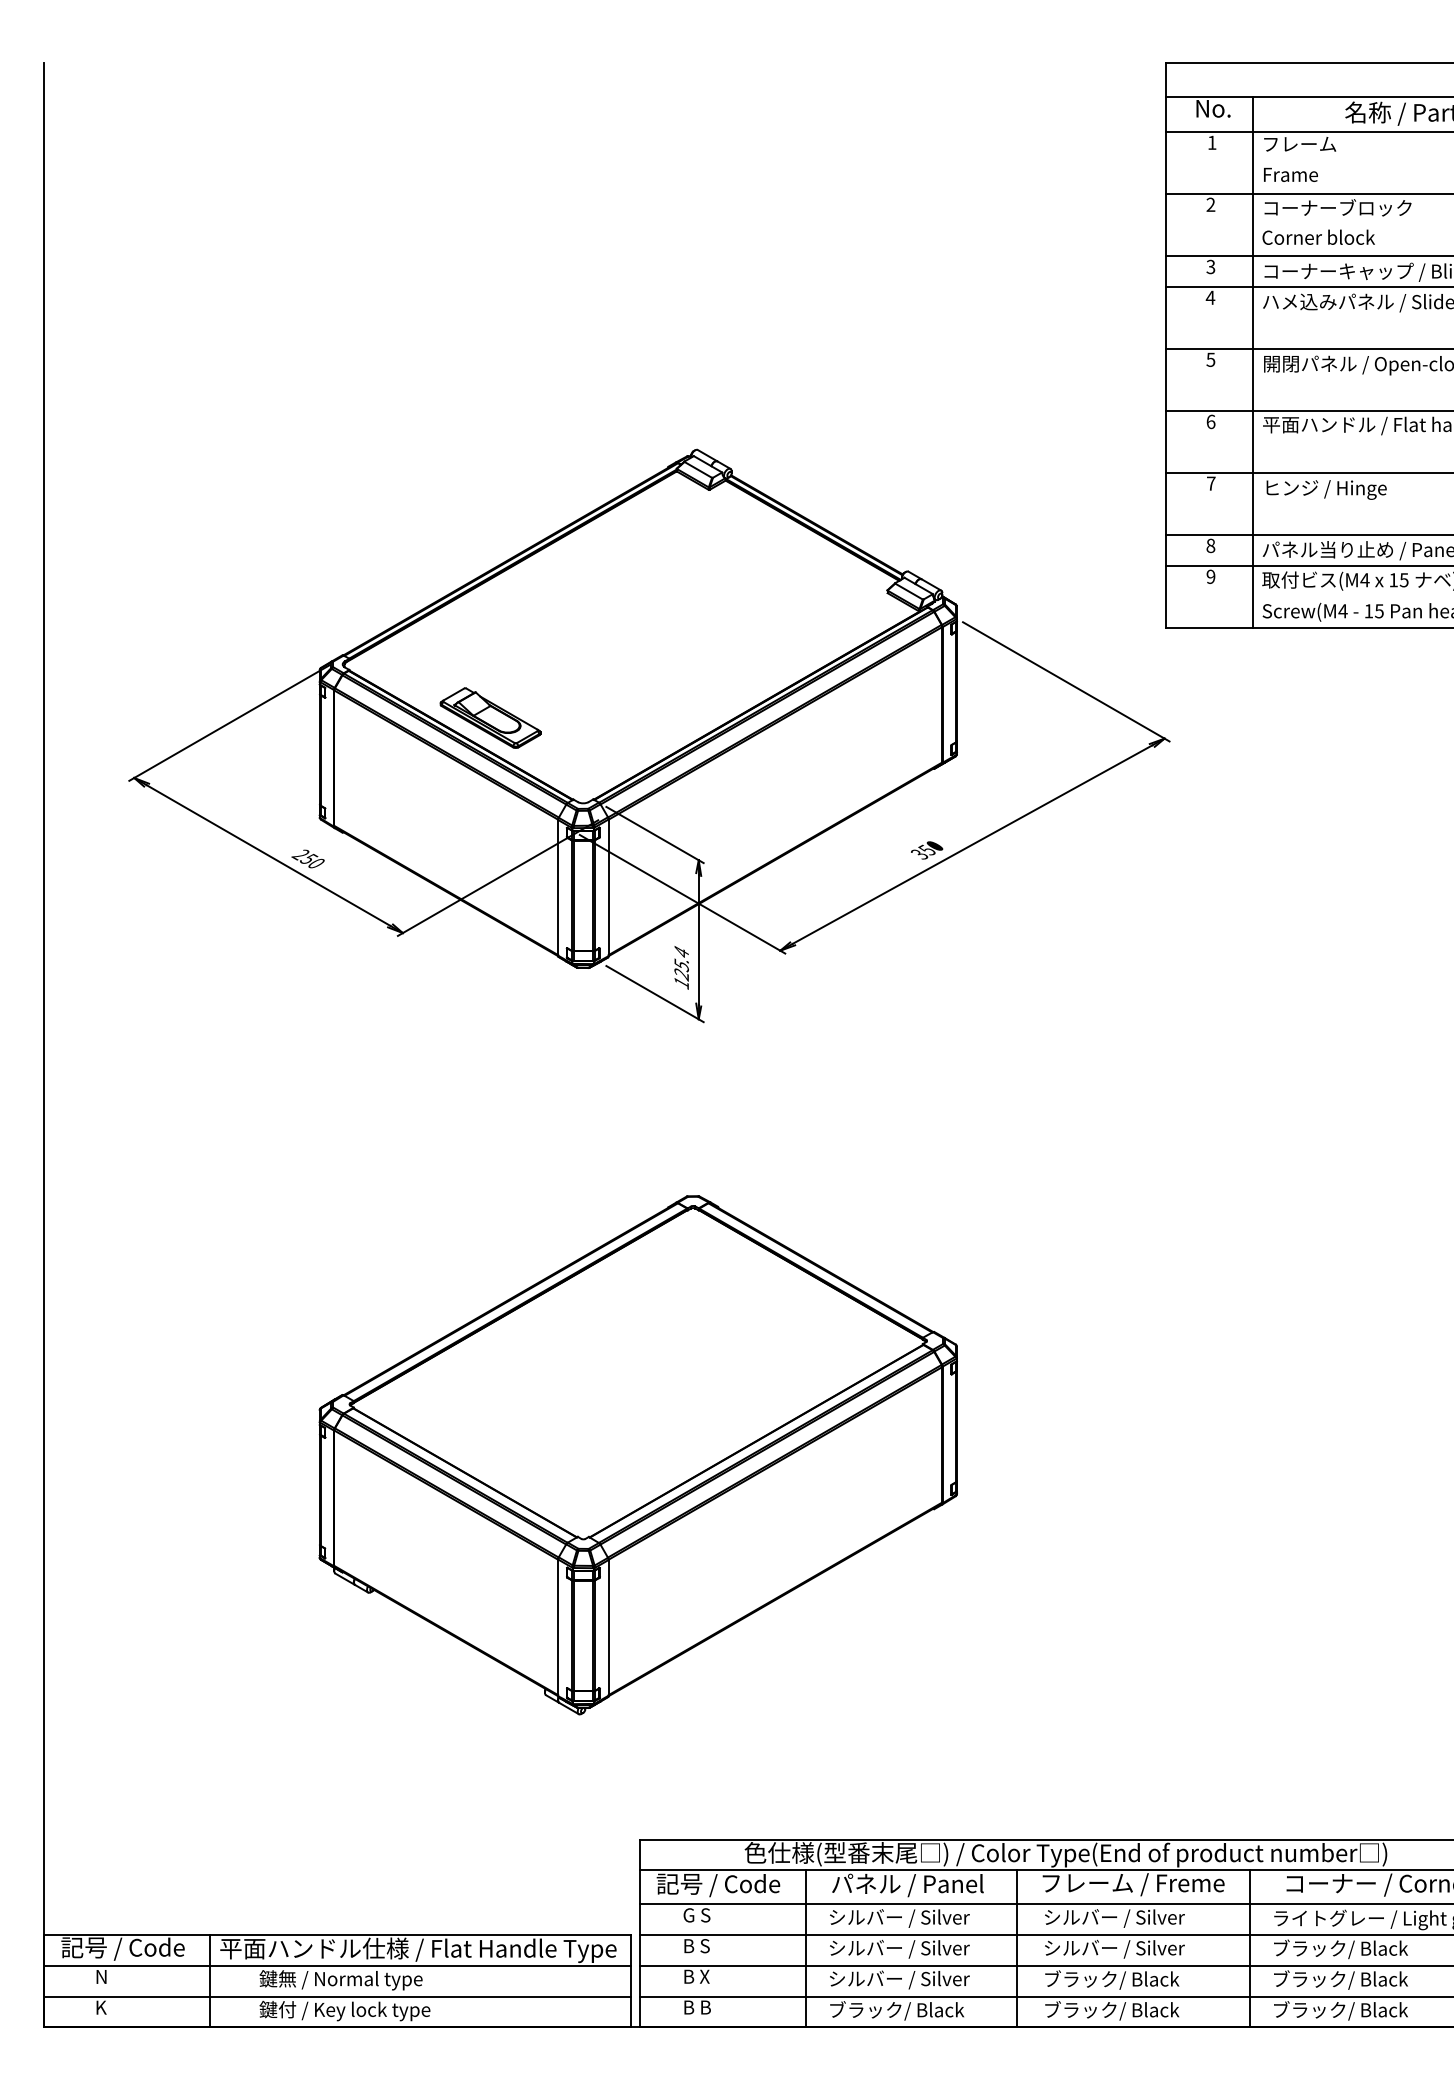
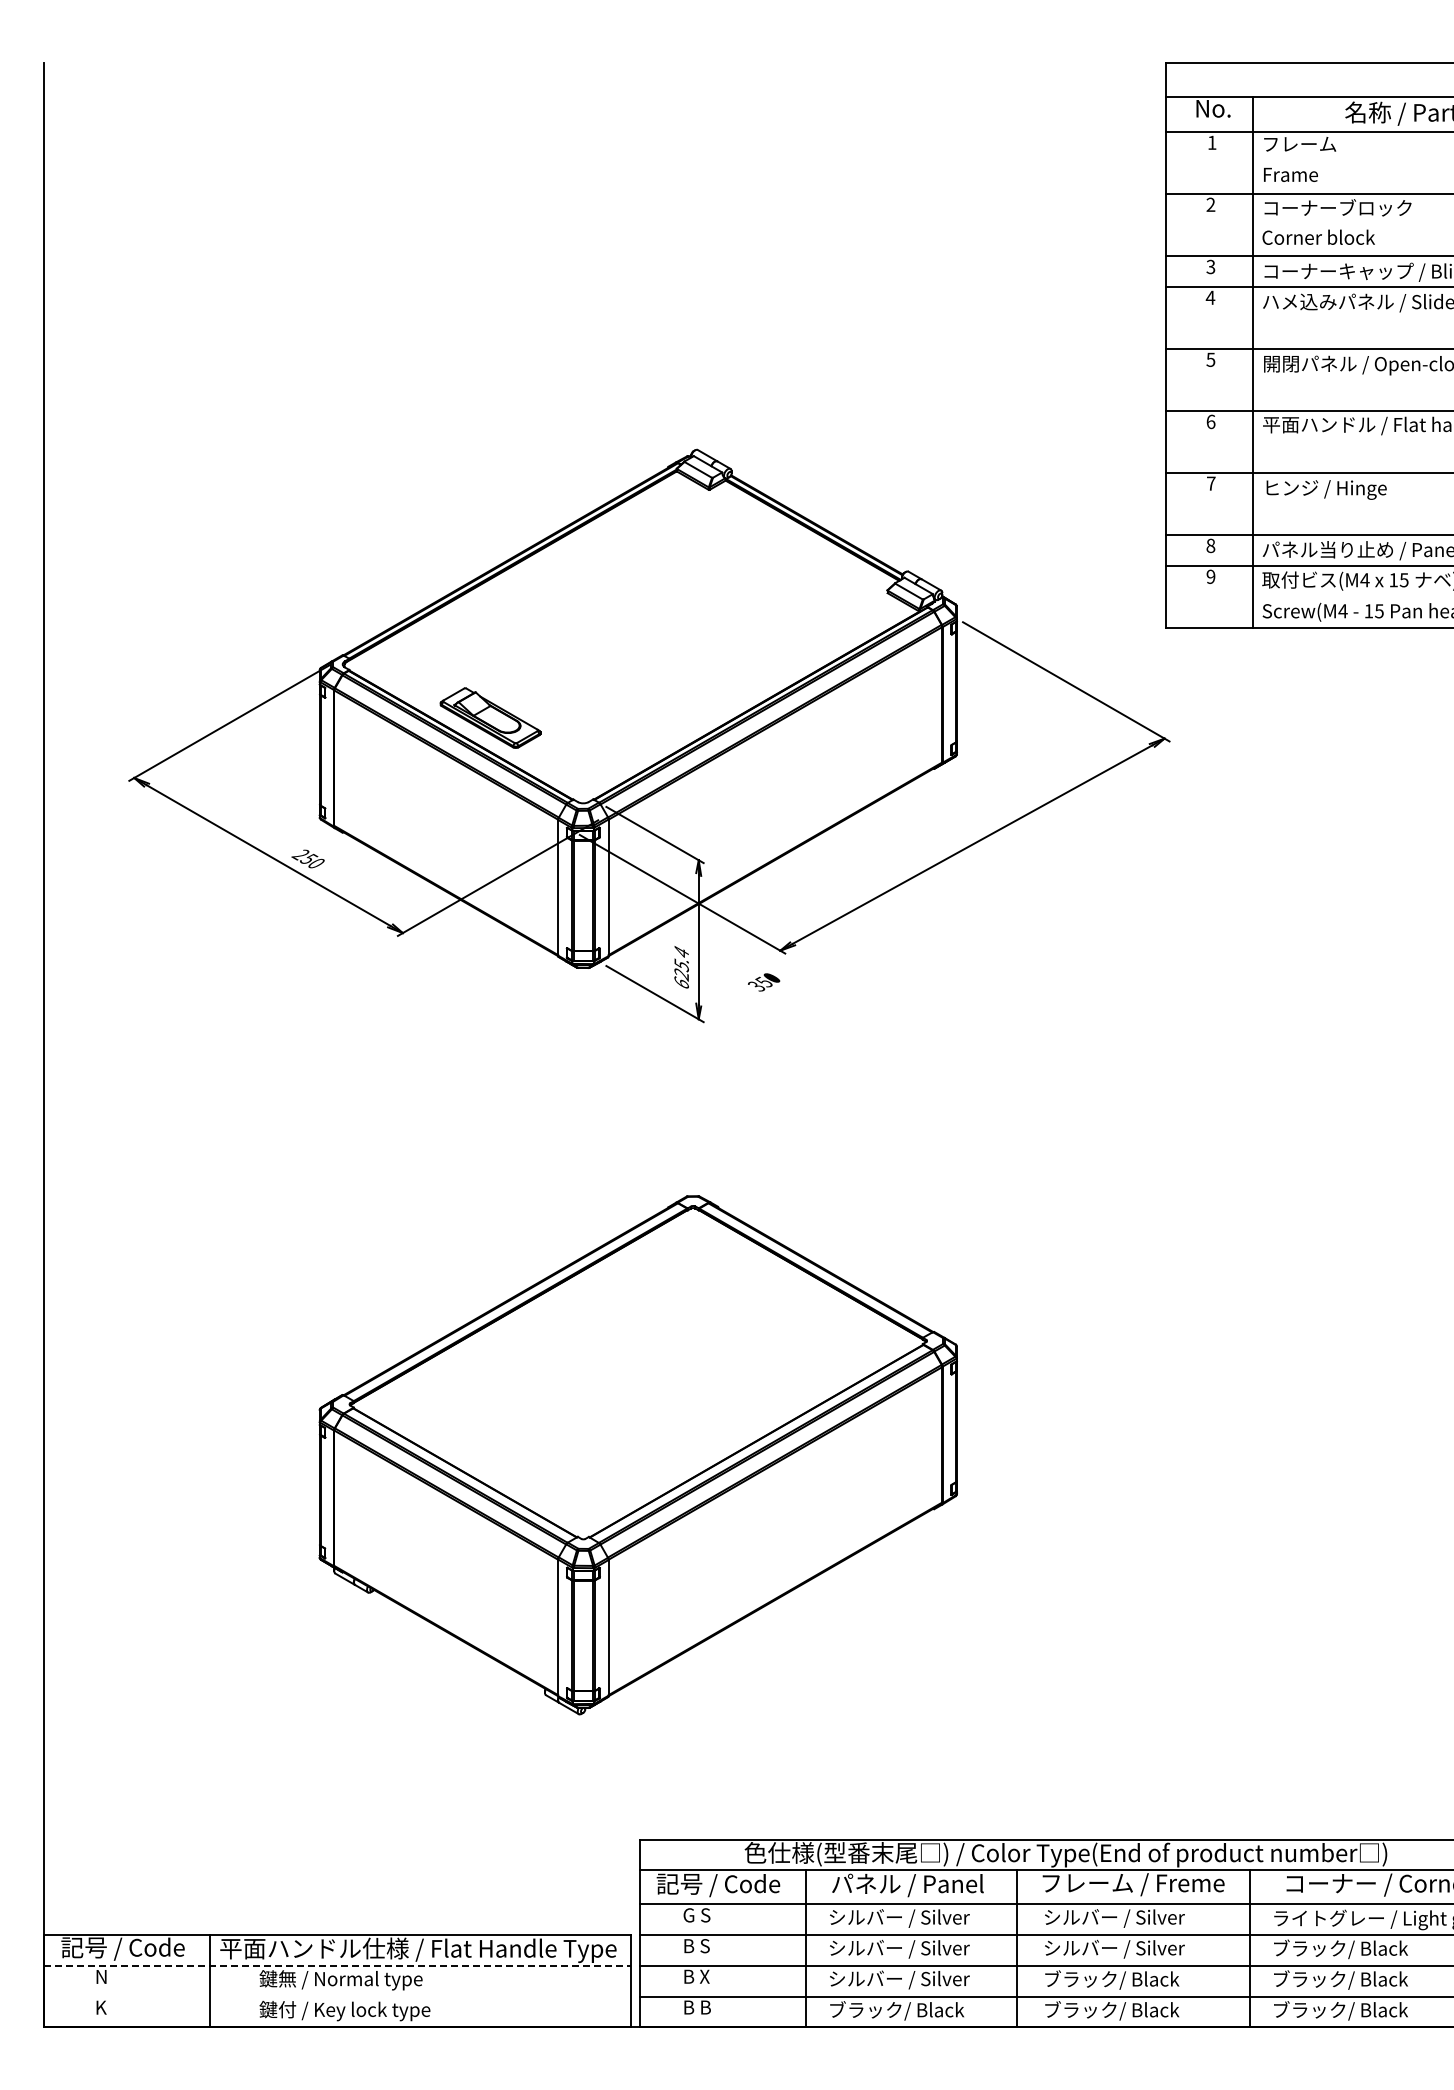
text at (927, 850) position: (927, 850) -> (764, 982)
text at (681, 982): 125.4 -> 625.4
line at (337, 1965): solid -> dashed
line at (336, 1996): present -> none
